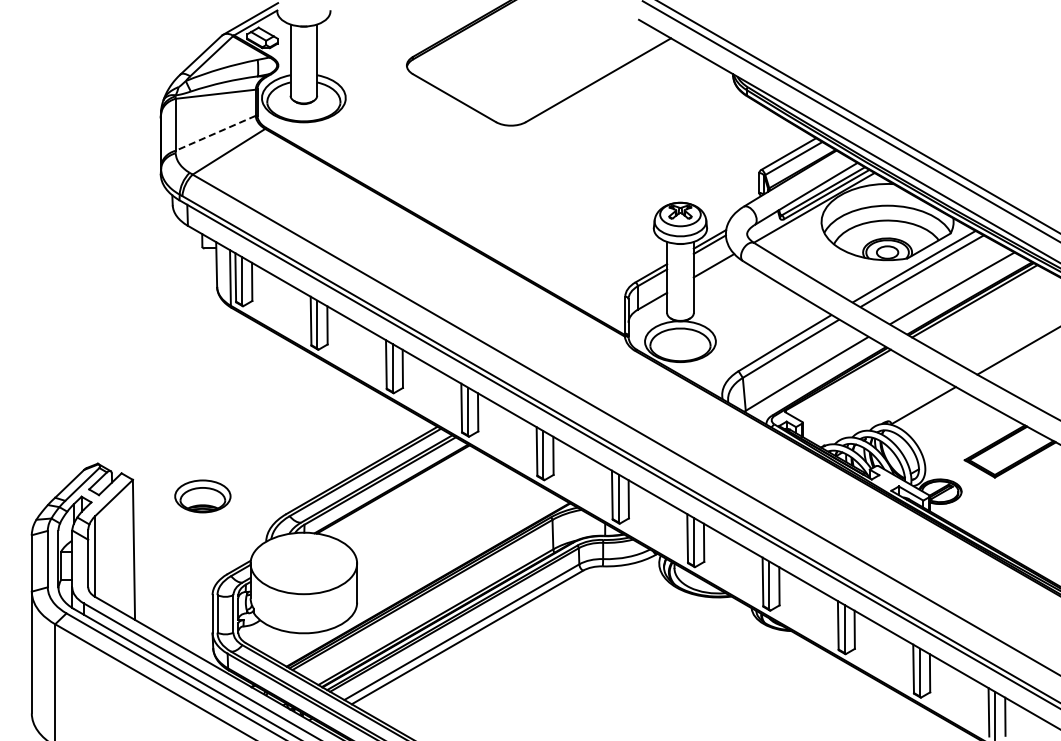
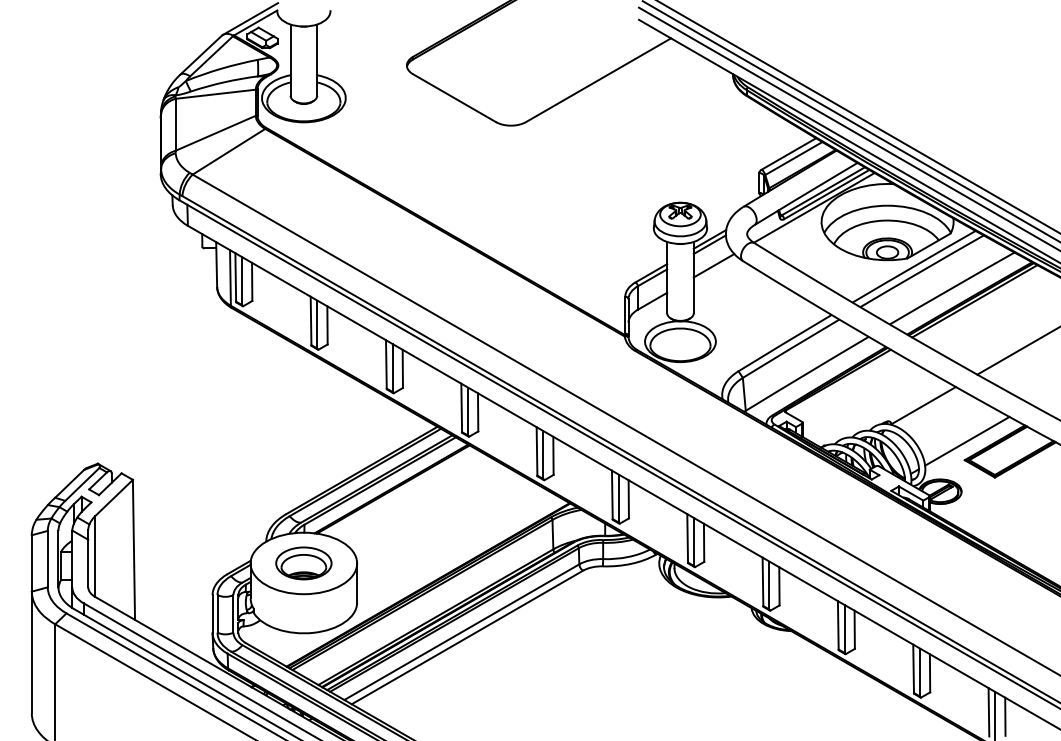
line at (847, 128): none -> present
line at (215, 133): dashed -> solid
line at (967, 440): none -> present
part at (202, 496) position: (202, 496) -> (303, 563)
